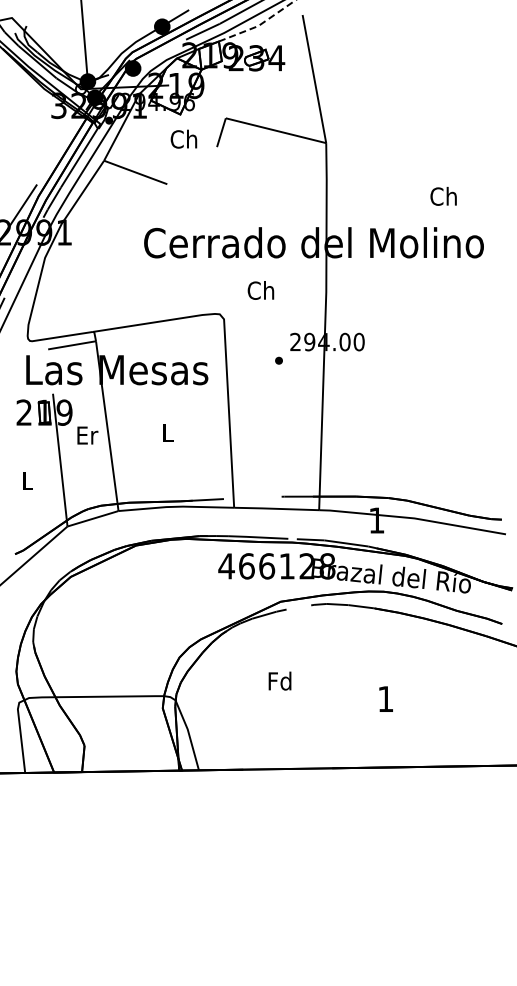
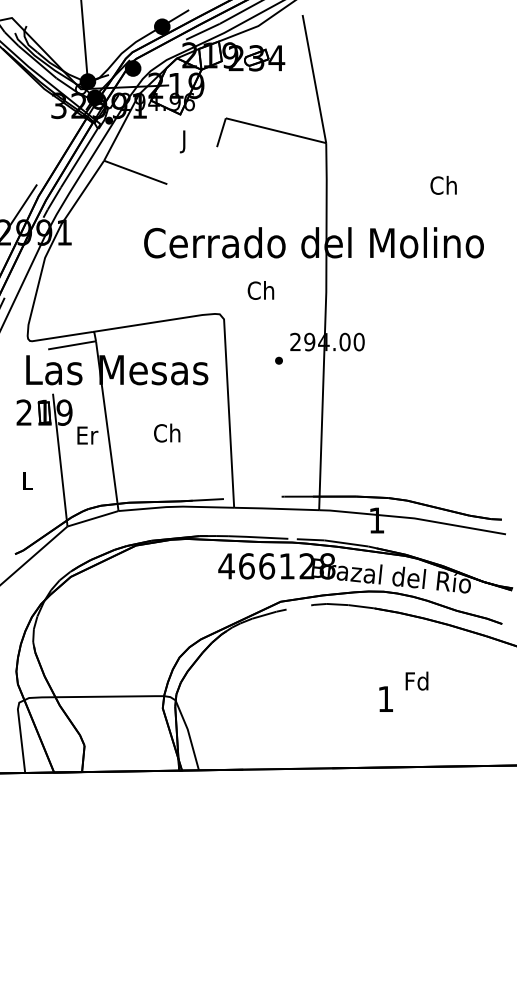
line at (259, 25): dashed -> solid
text at (183, 141): Ch -> J
text at (443, 196) position: (443, 196) -> (443, 185)
text at (167, 432): L -> Ch
text at (279, 680) position: (279, 680) -> (416, 680)
